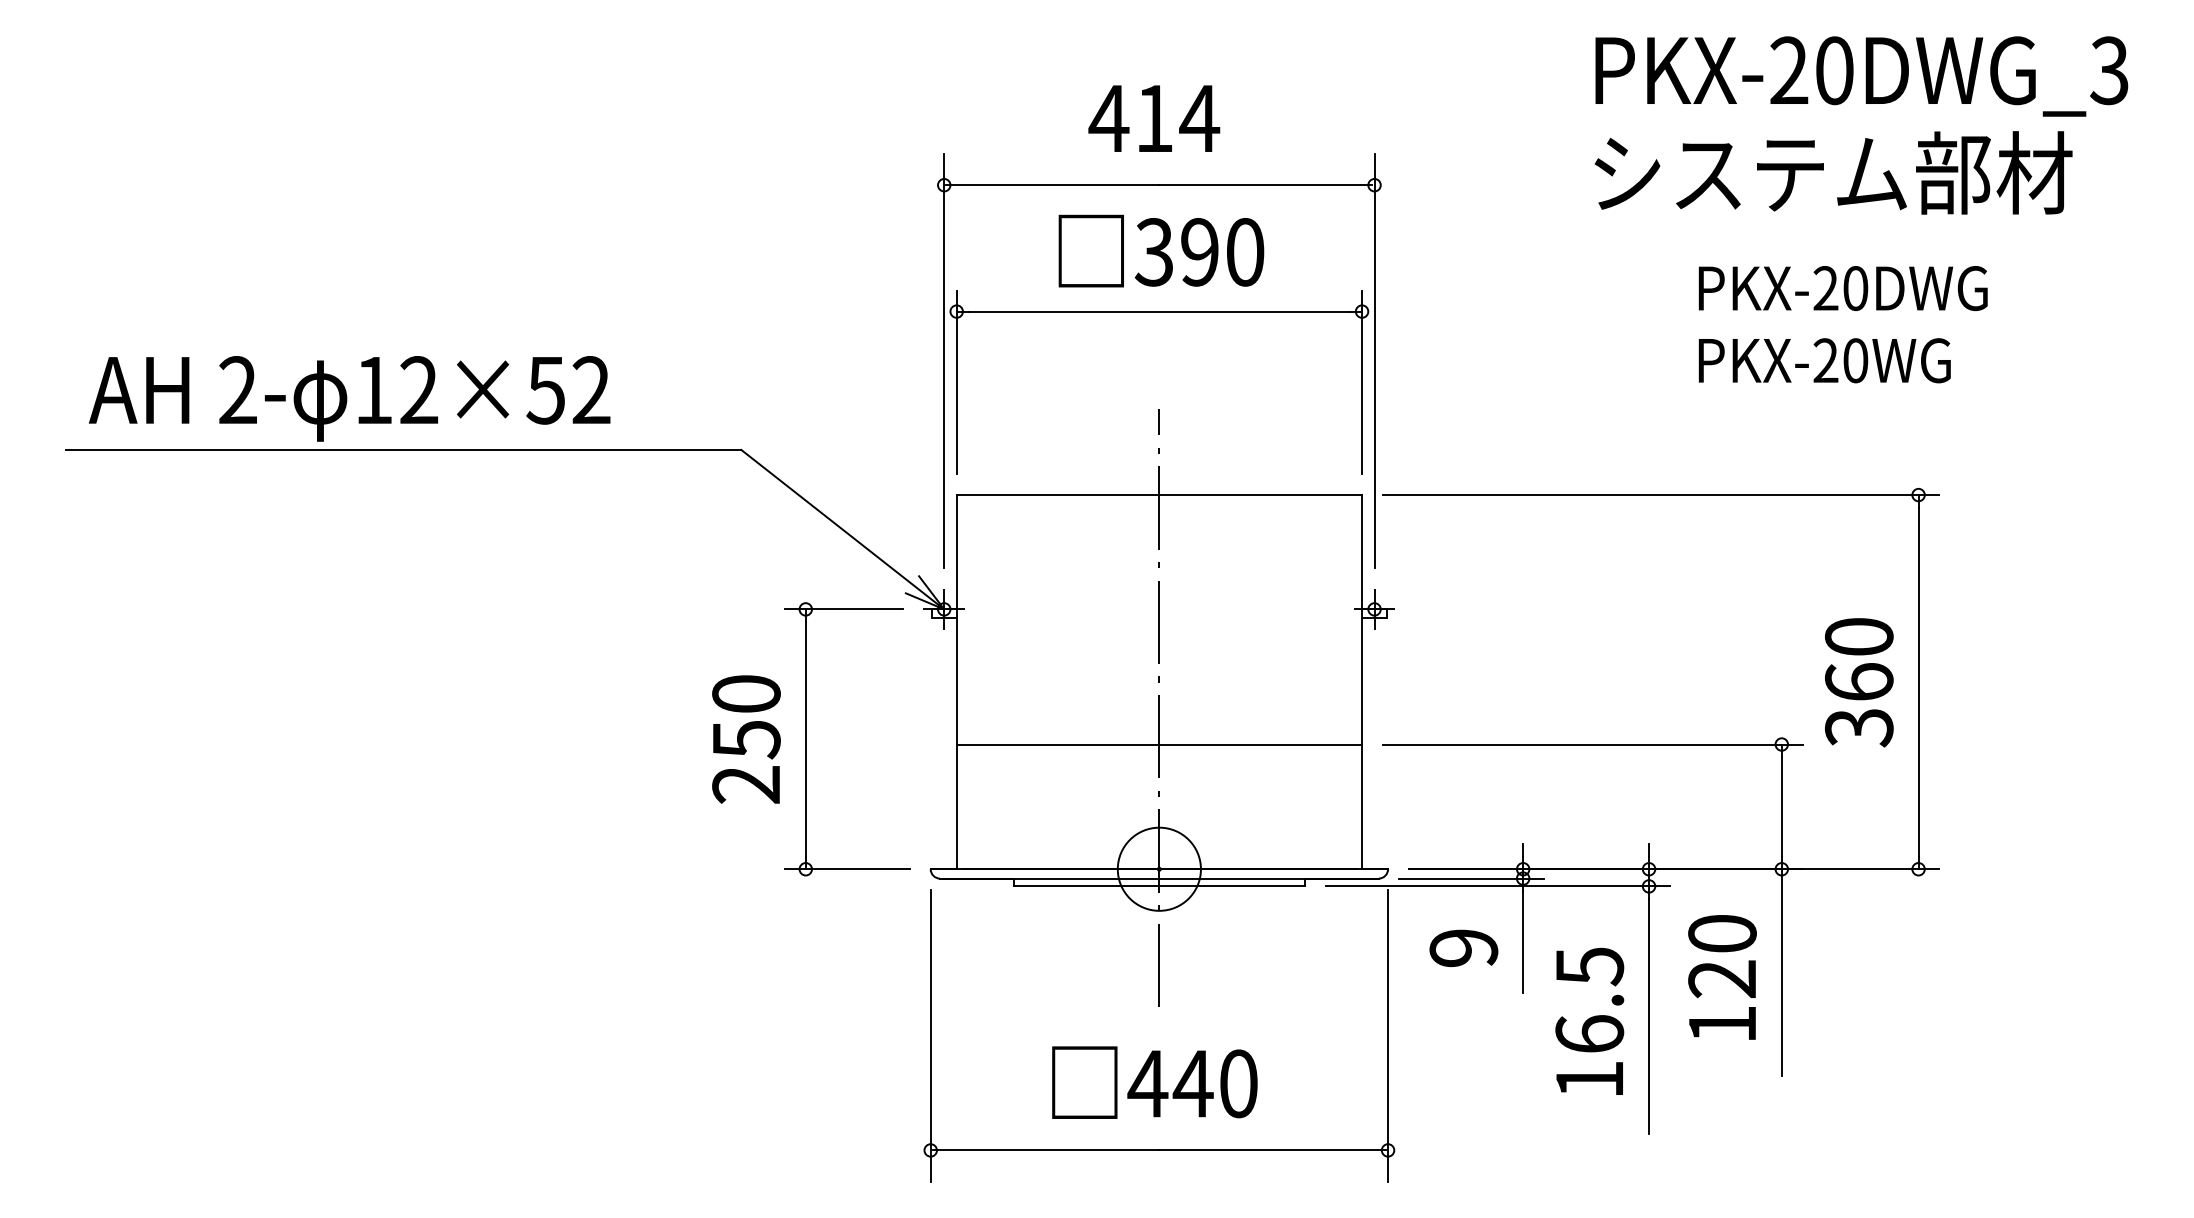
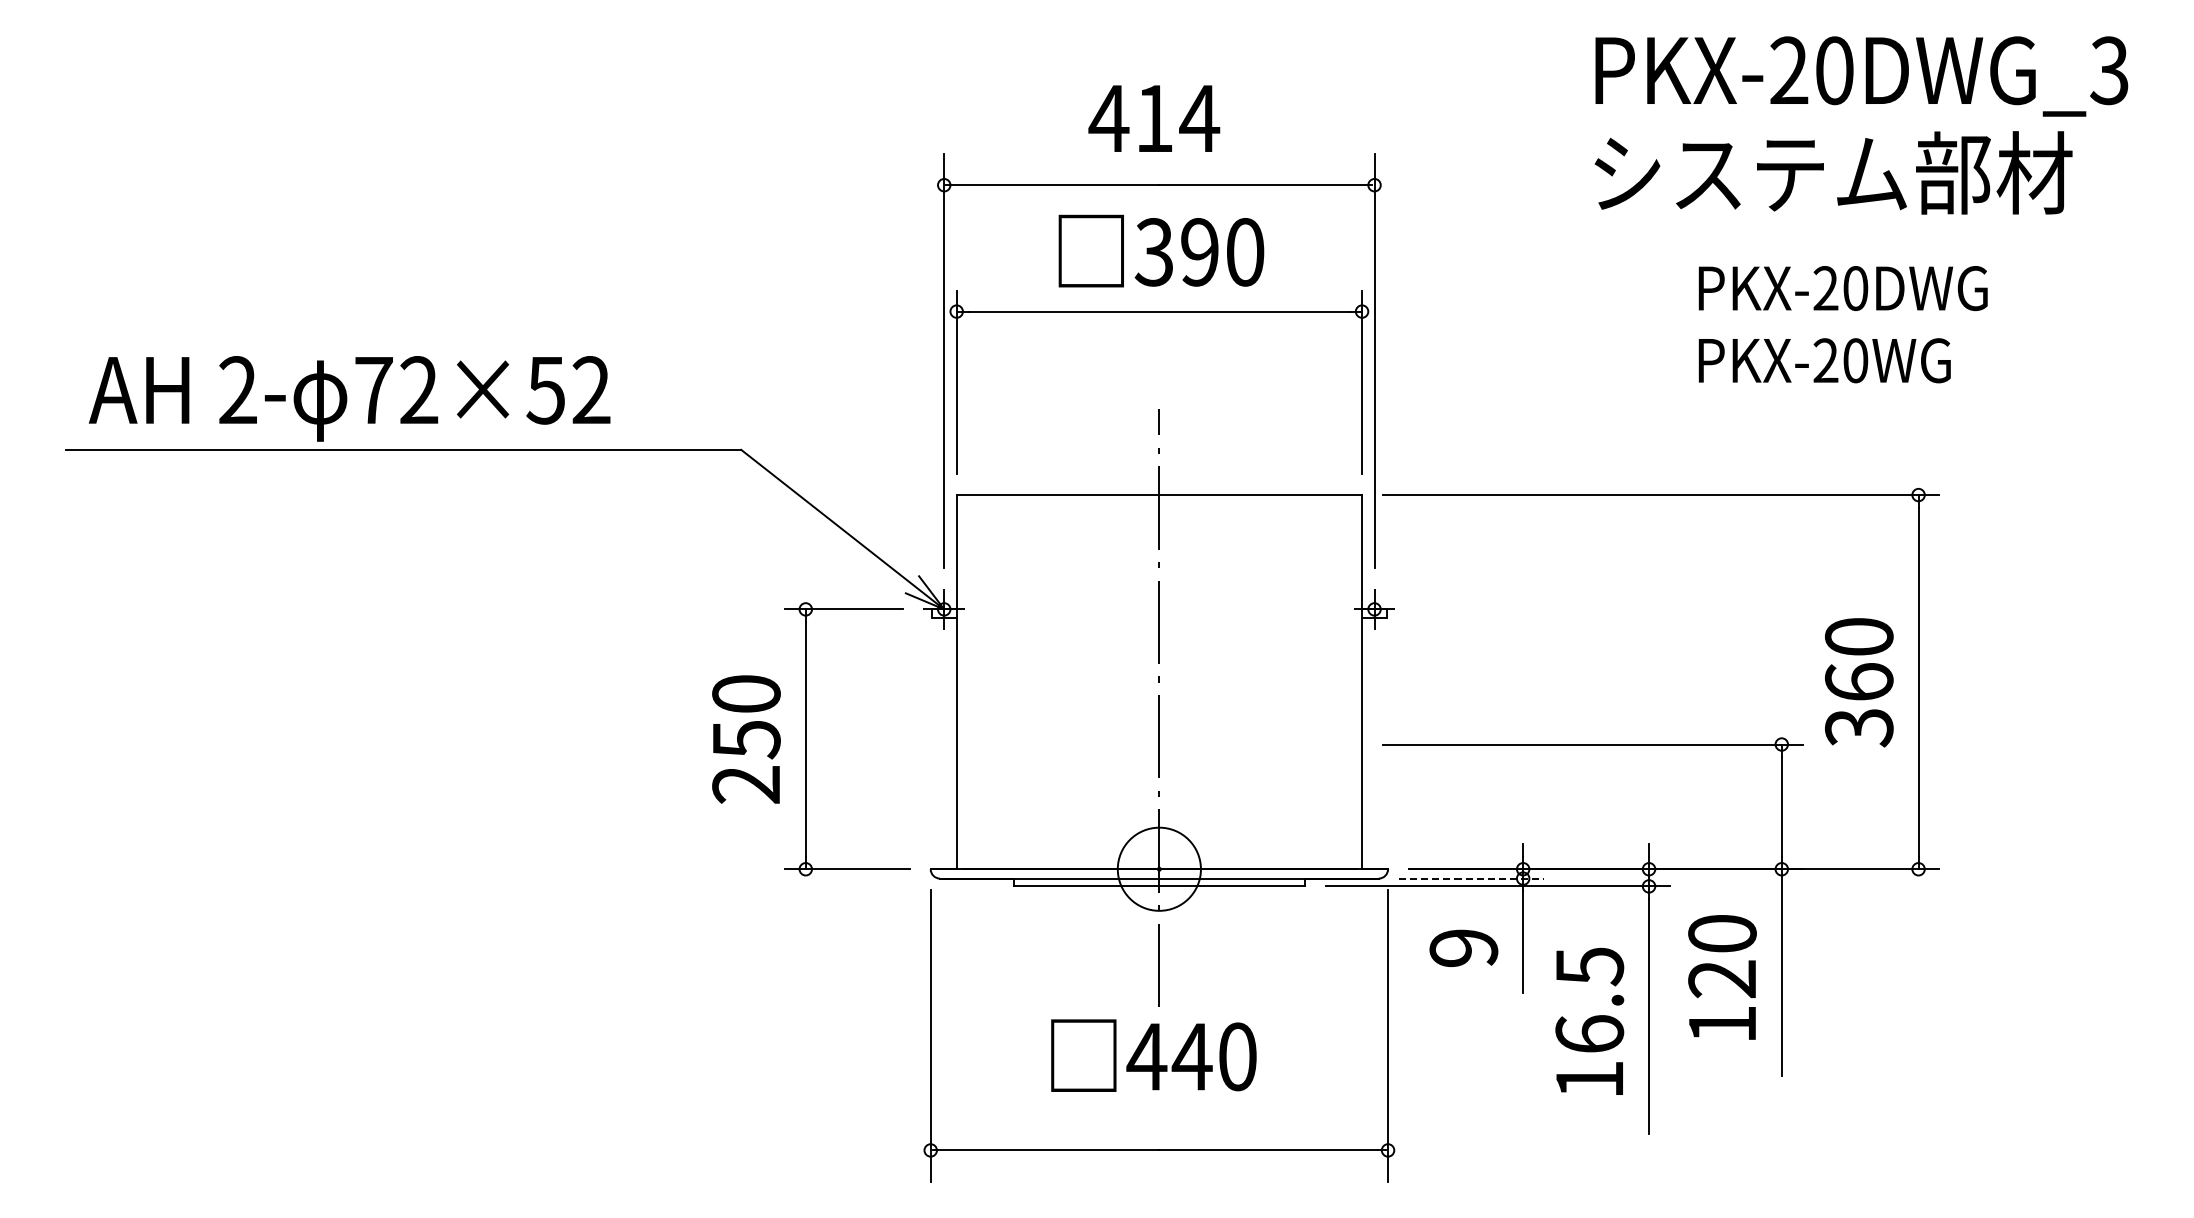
text at (373, 390): 12×52 -> 72×52
line at (1159, 744): present -> none
line at (1472, 878): solid -> dashed
text at (1154, 1082) position: (1154, 1082) -> (1153, 1055)
